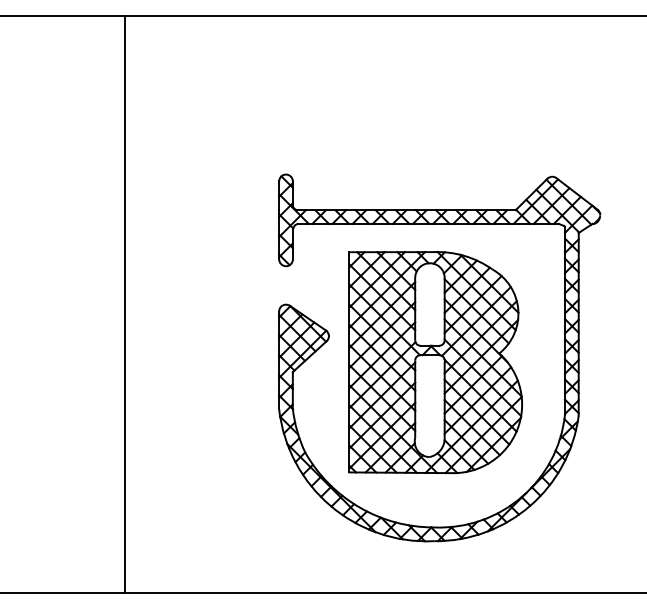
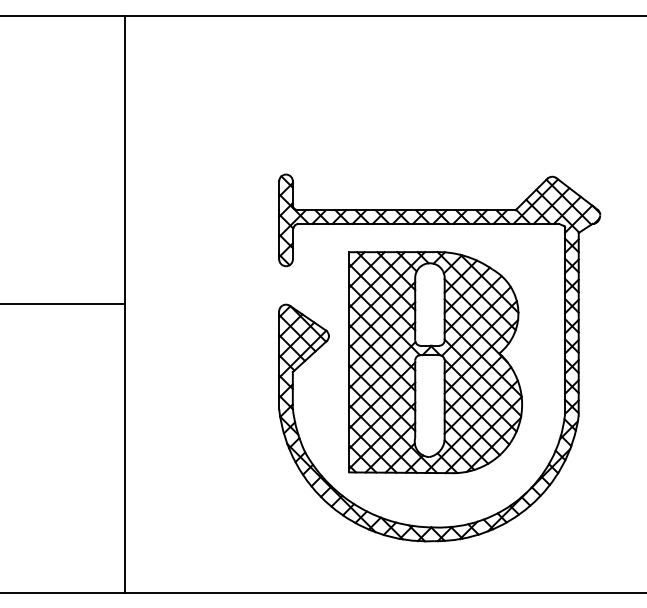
line at (63, 304): none -> present
